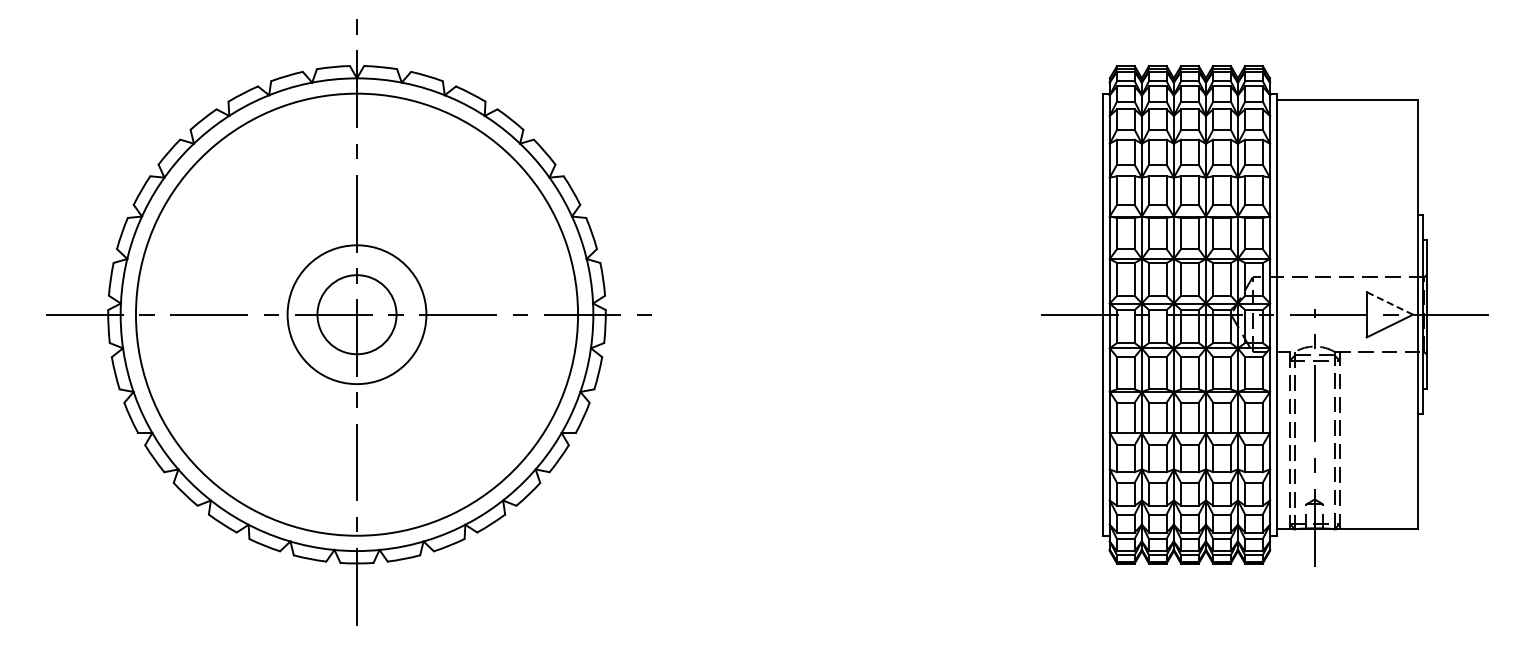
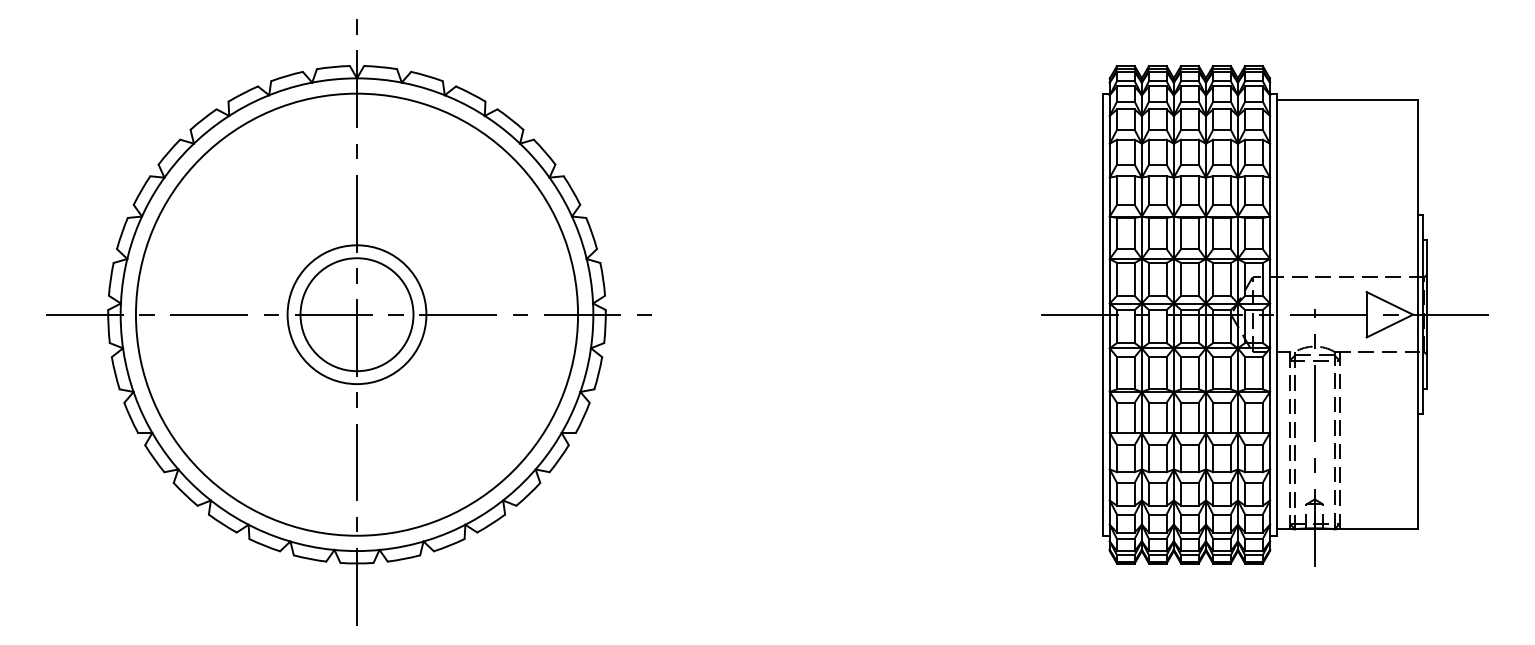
line at (1389, 303): dashed -> solid
circle at (356, 314) diameter: 79 px -> 113 px
